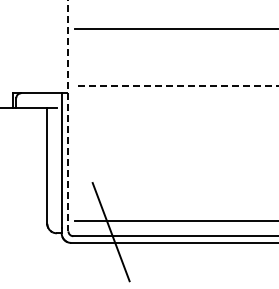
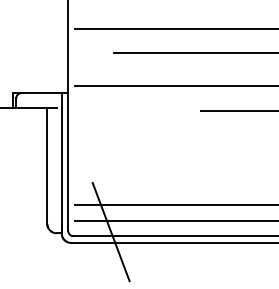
line at (194, 52): none -> present
line at (177, 85): dashed -> solid
line at (237, 111): none -> present
line at (68, 116): dashed -> solid
line at (175, 204): none -> present
